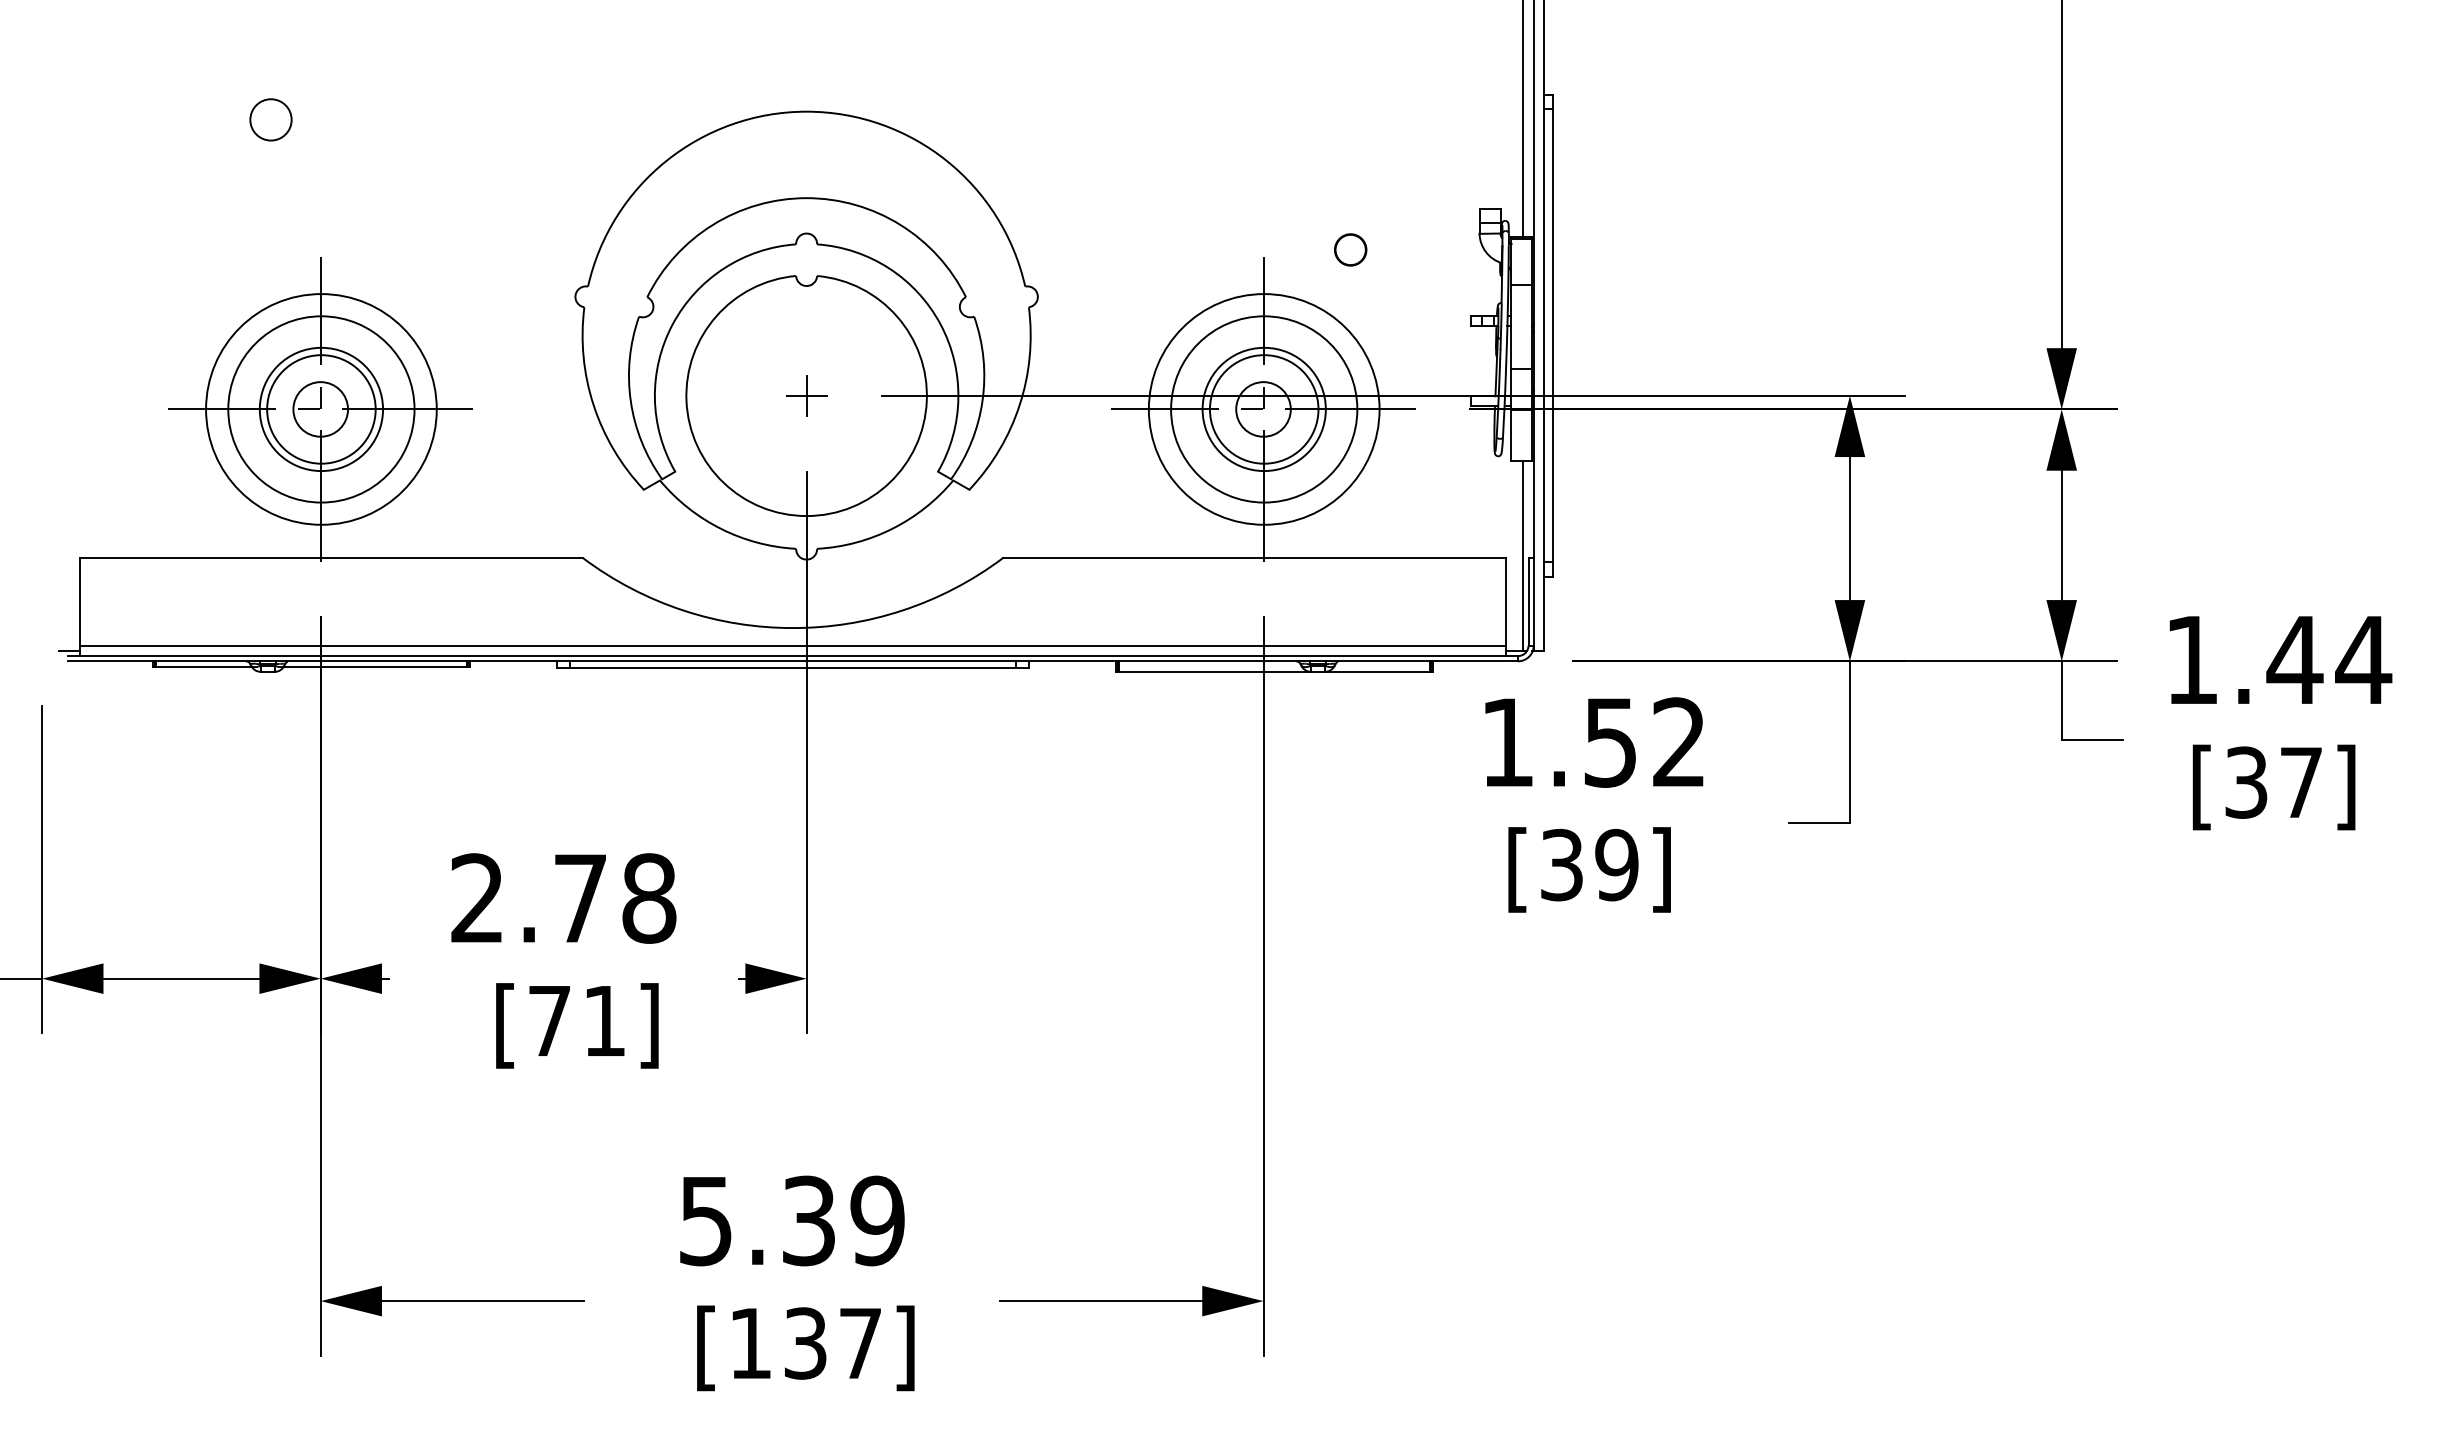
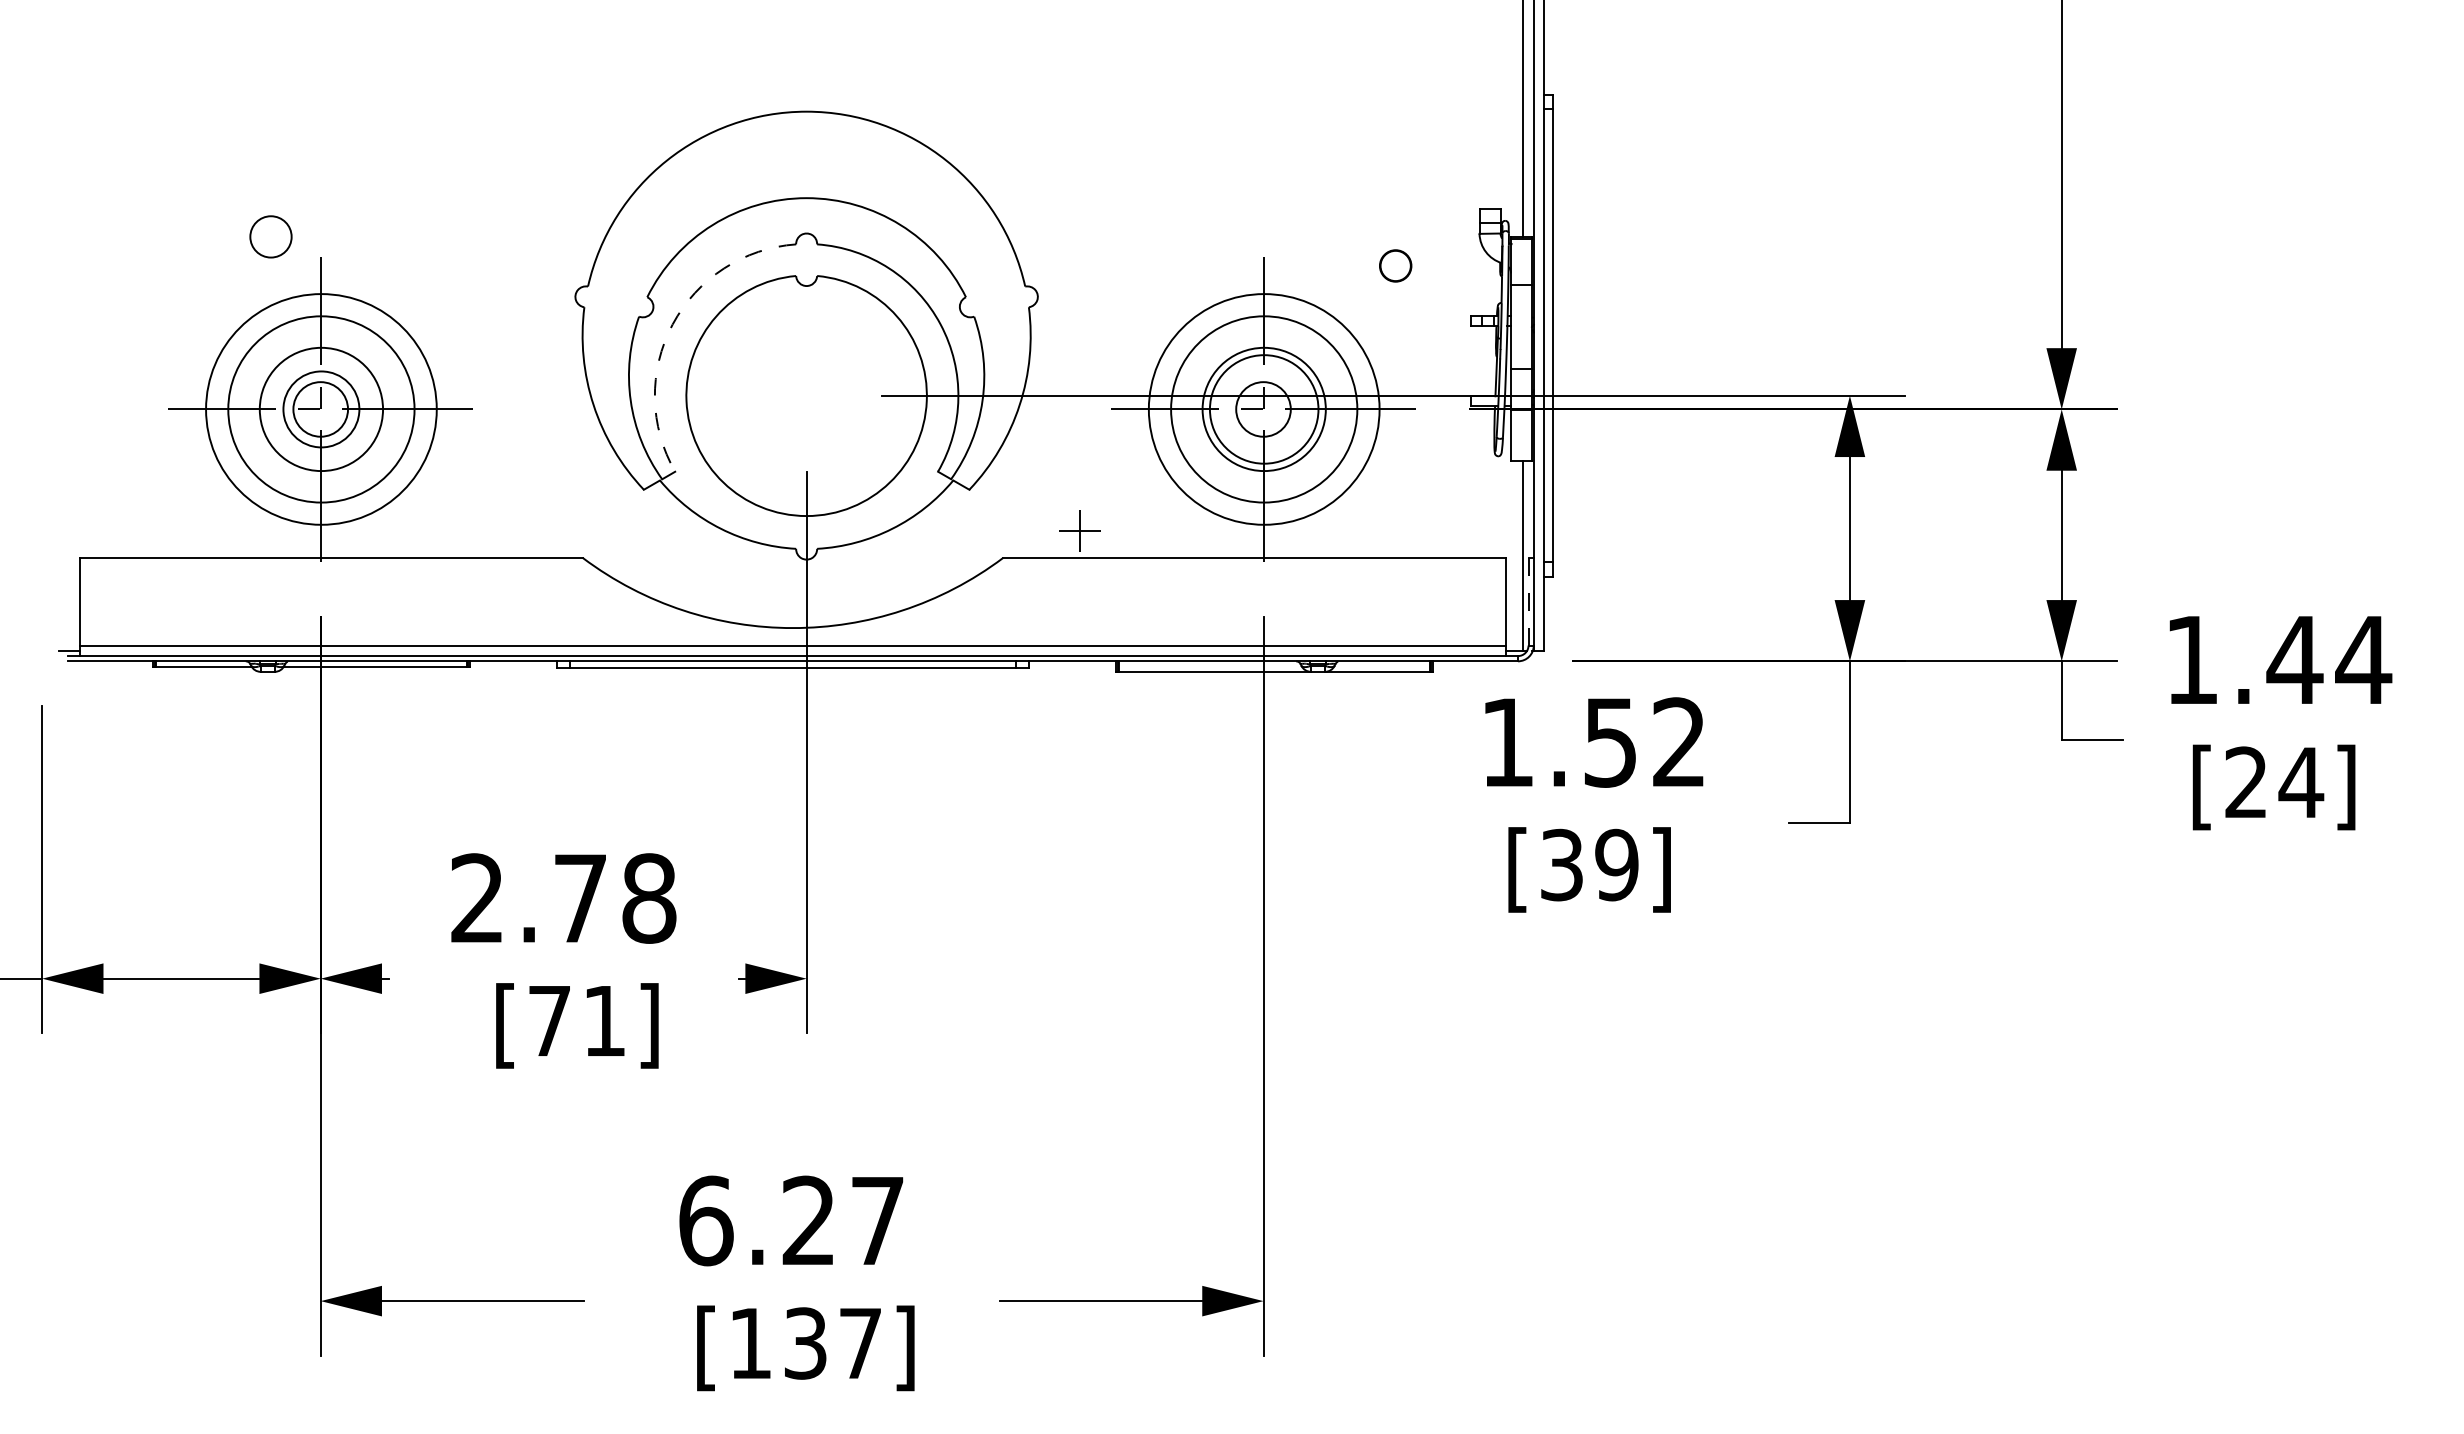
circle at (270, 119) position: (270, 119) -> (270, 236)
circle at (1350, 249) position: (1350, 249) -> (1395, 265)
arc at (672, 324): solid -> dashed
part at (806, 395) position: (806, 395) -> (1079, 530)
circle at (321, 409) diameter: 109 px -> 76 px
line at (1528, 601): solid -> dashed
text at (2274, 782): [37] -> [24]
text at (791, 1220): 5.39 -> 6.27
